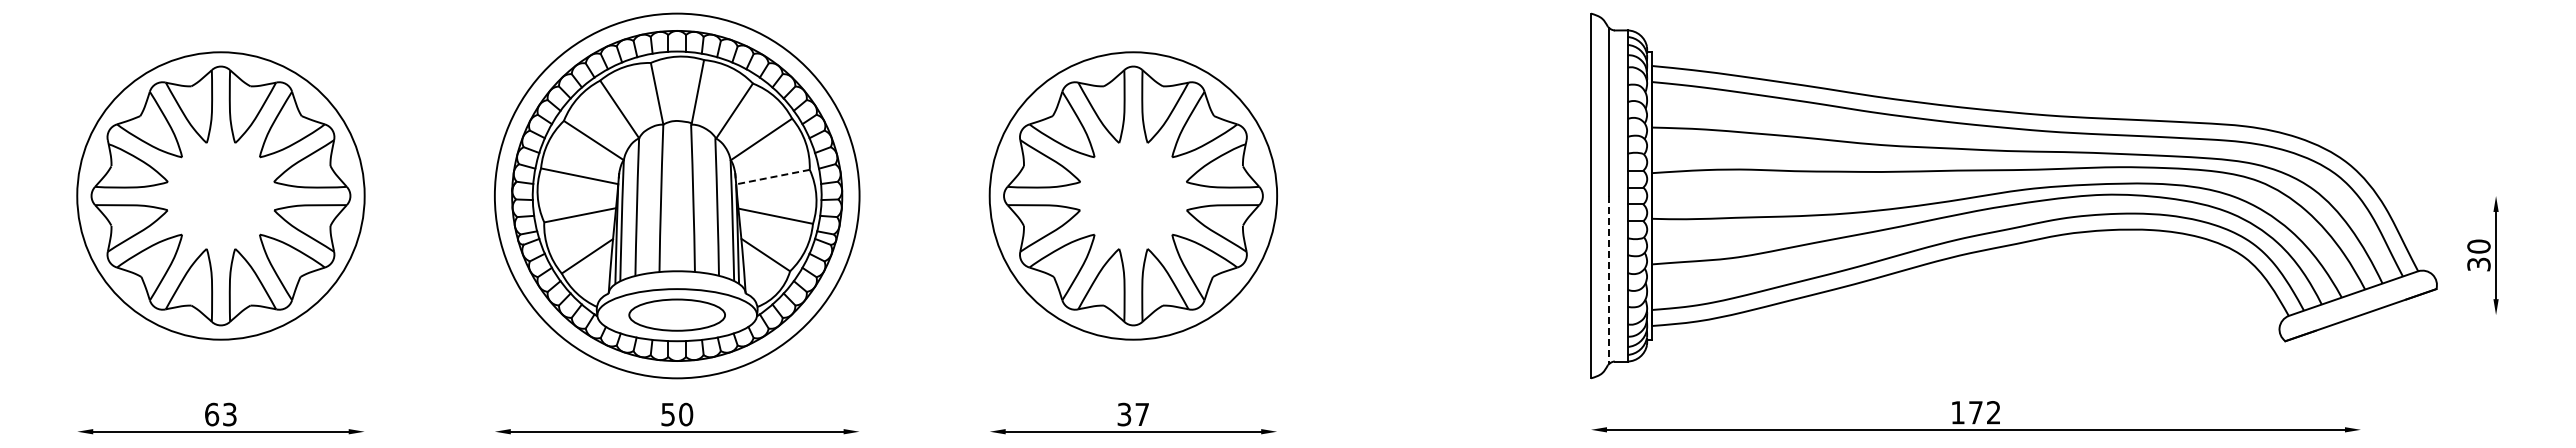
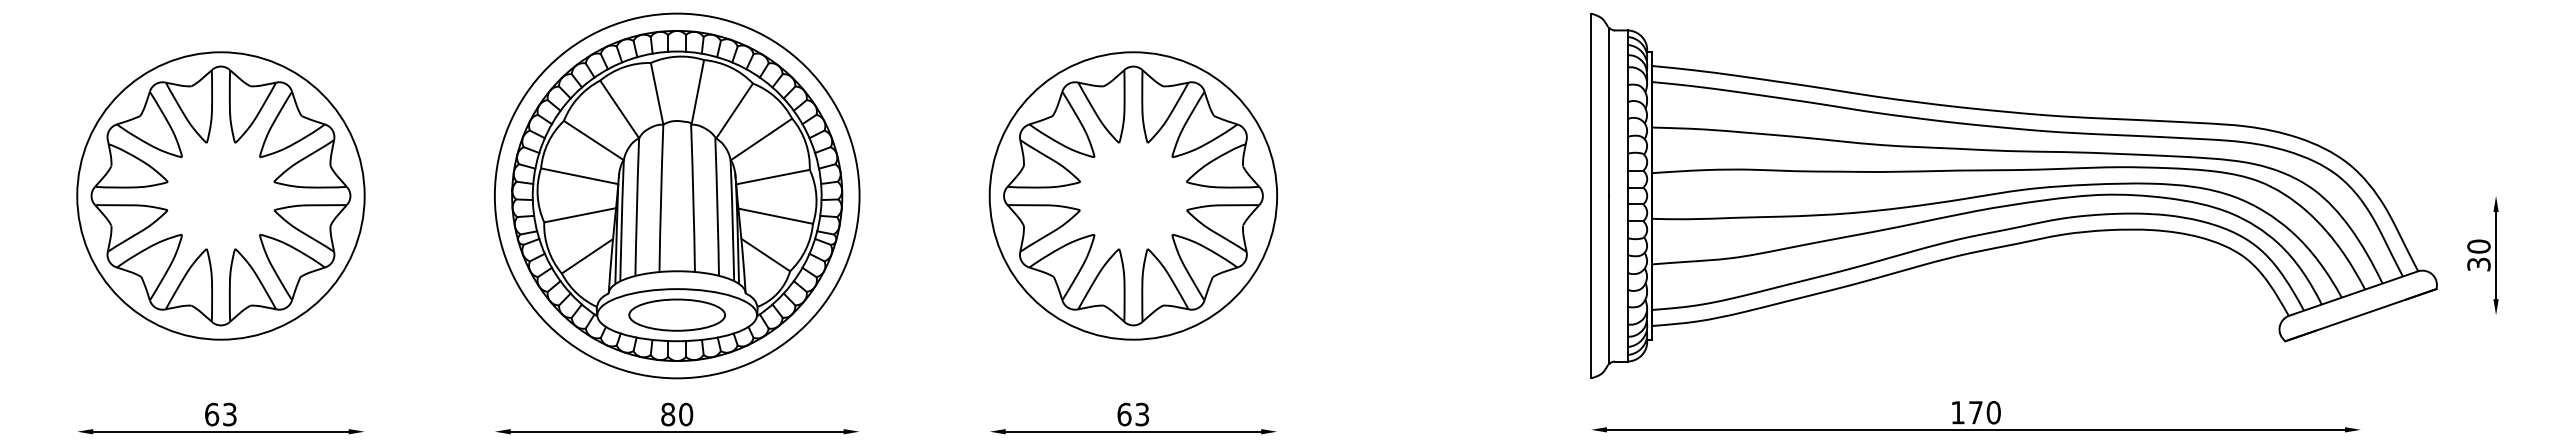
line at (772, 177): dashed -> solid
line at (1609, 279): dashed -> solid
text at (1993, 412): 172 -> 170
text at (668, 414): 50 -> 80
text at (1132, 414): 37 -> 63
